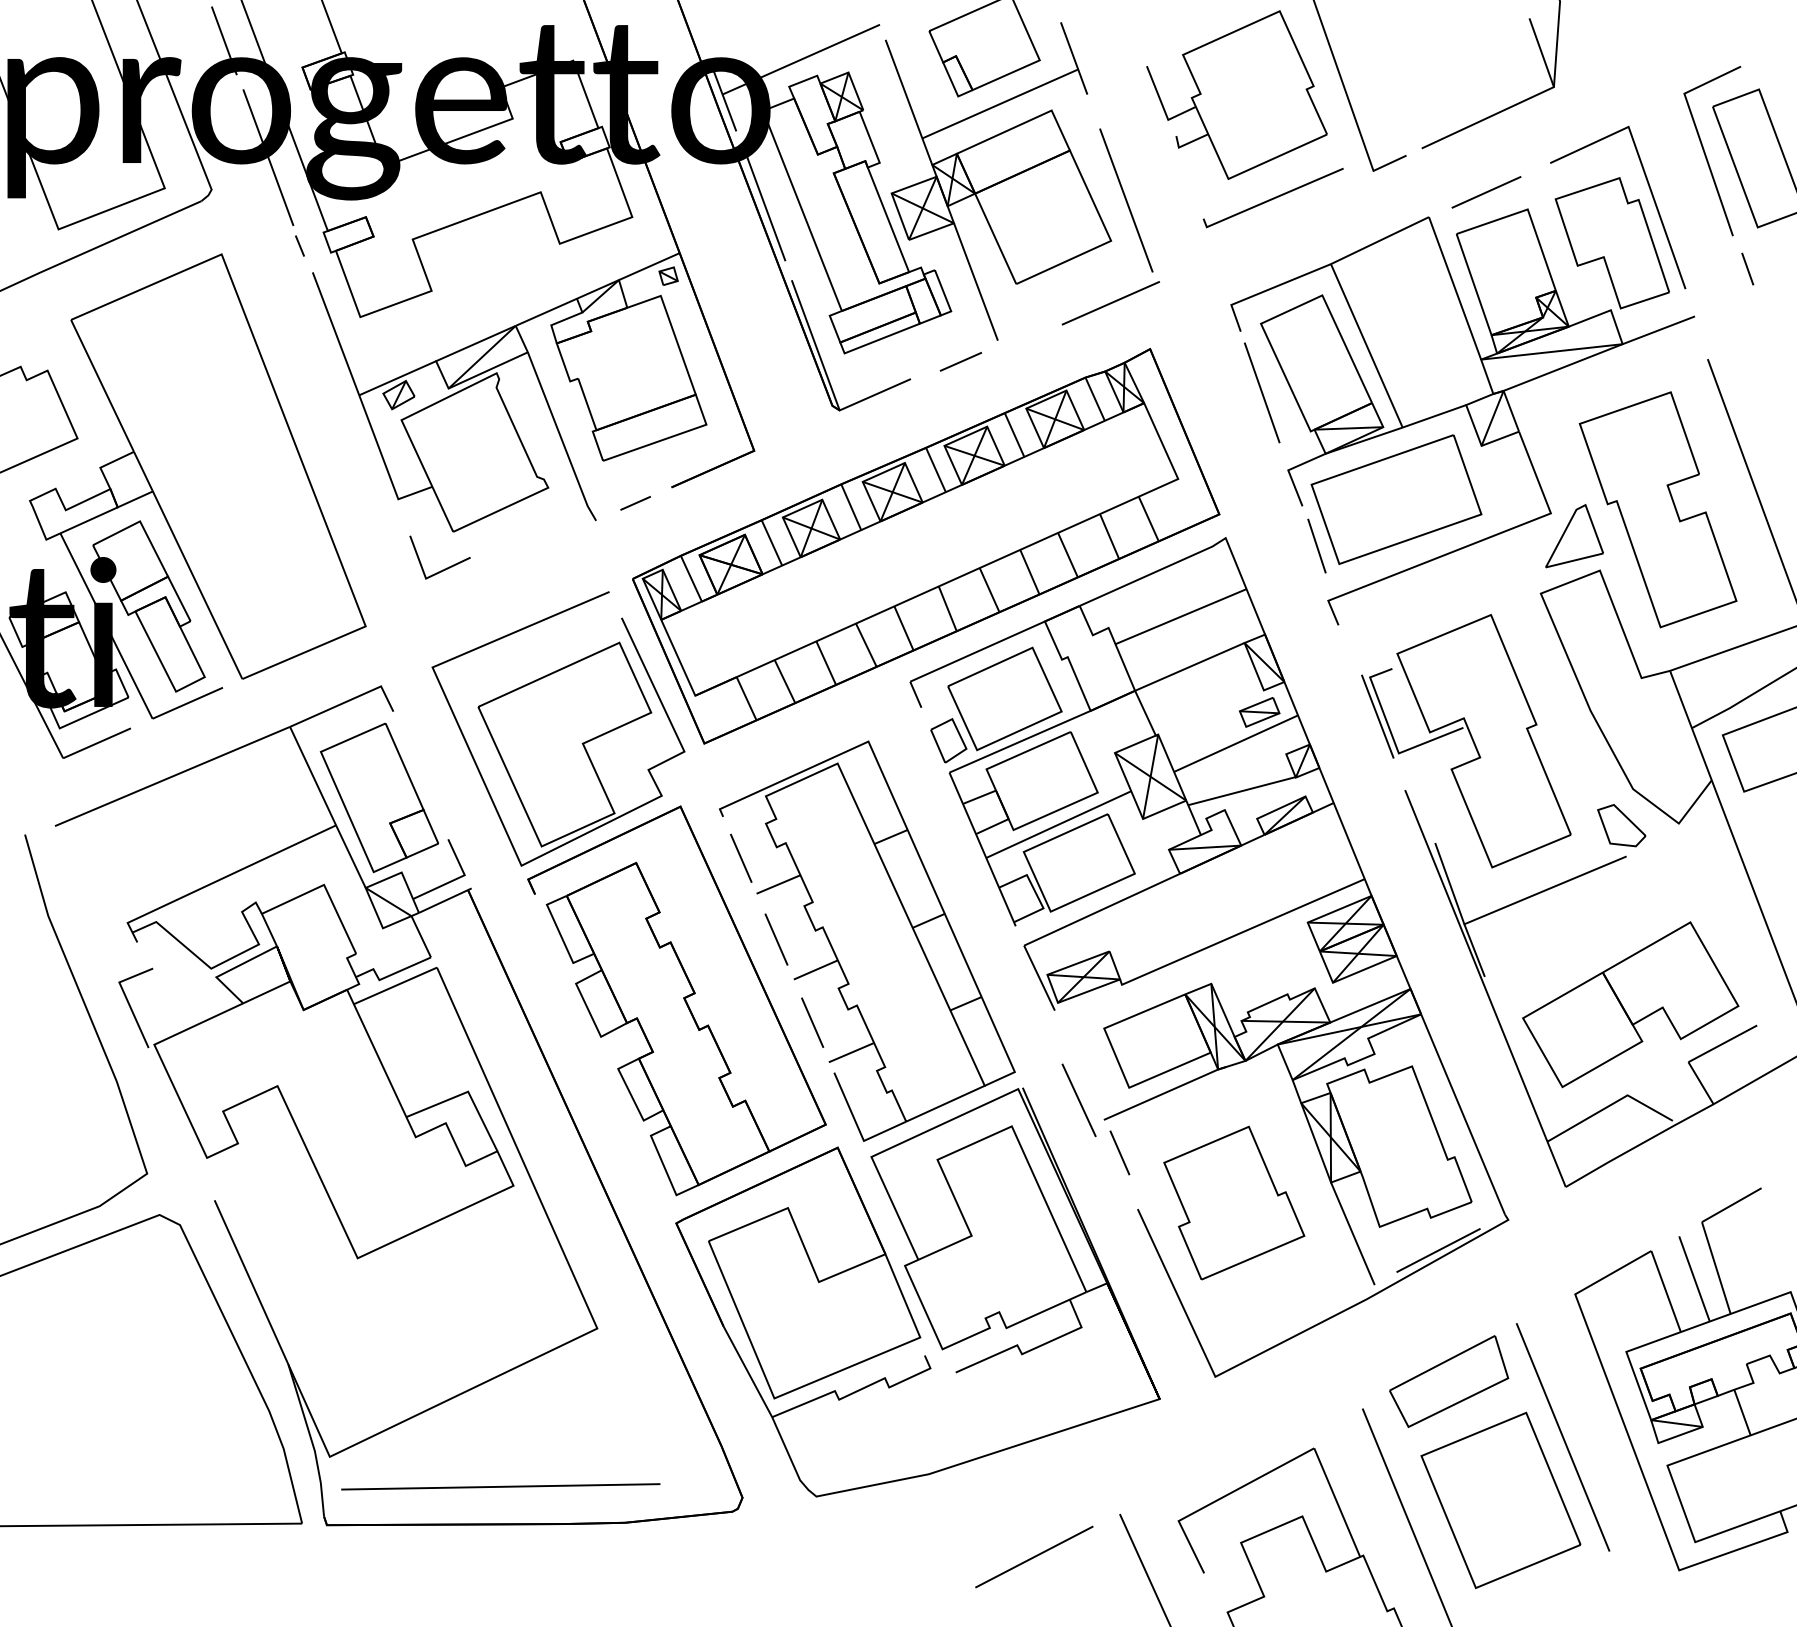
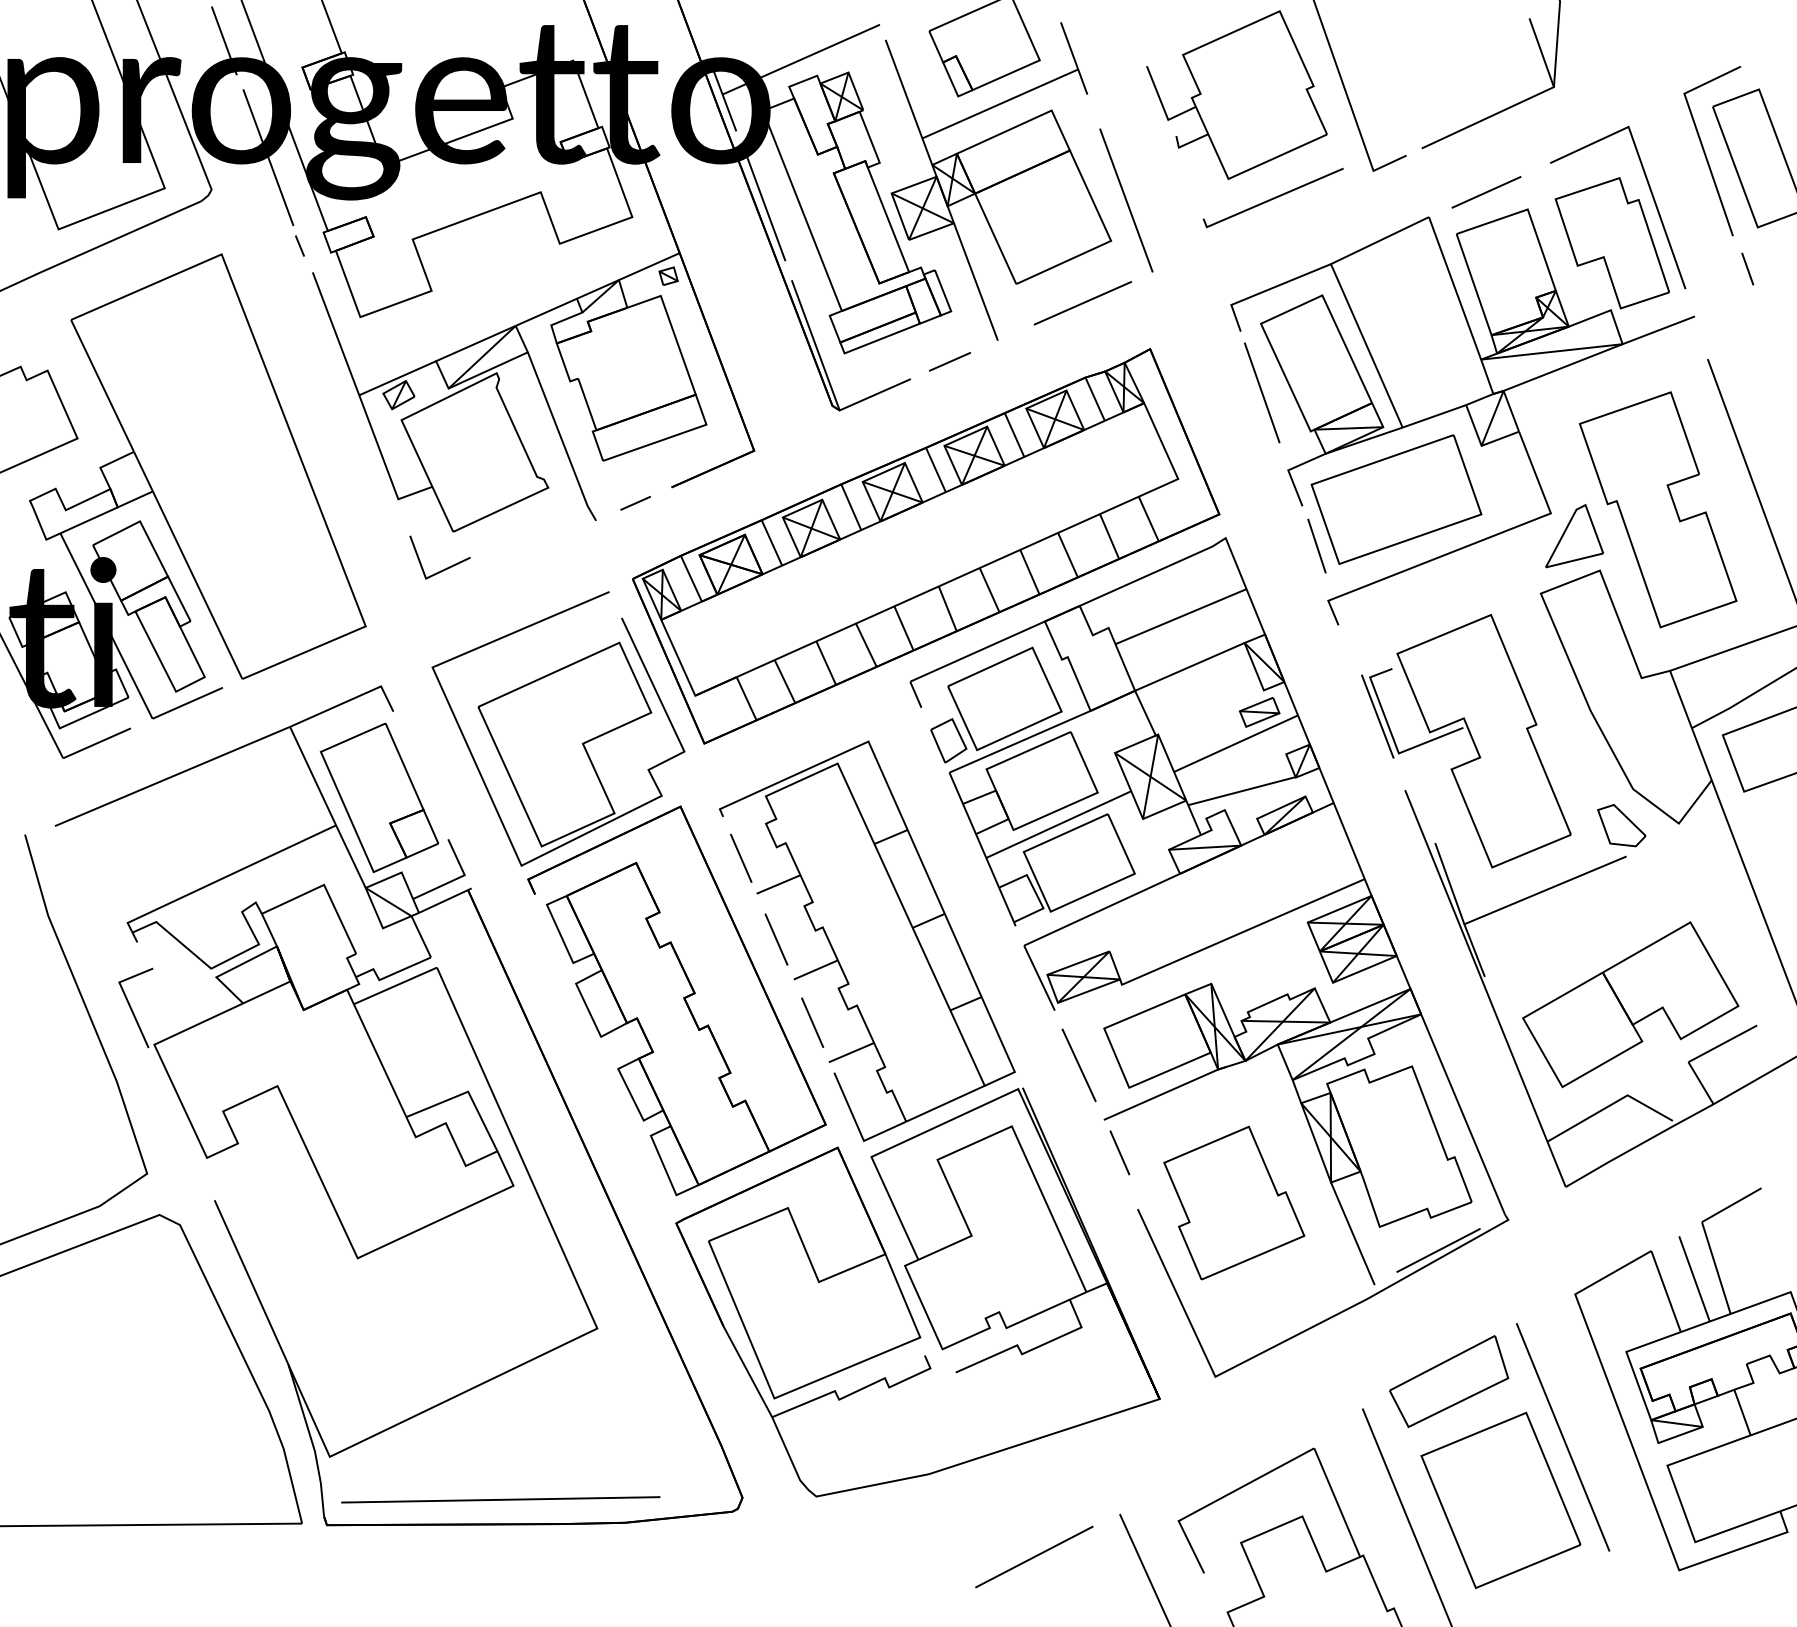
line at (1110, 303) position: (1110, 303) -> (1082, 303)
line at (960, 361) position: (960, 361) -> (949, 361)
line at (1078, 1100) position: (1078, 1100) -> (1078, 1065)
line at (500, 1486) position: (500, 1486) -> (500, 1499)
